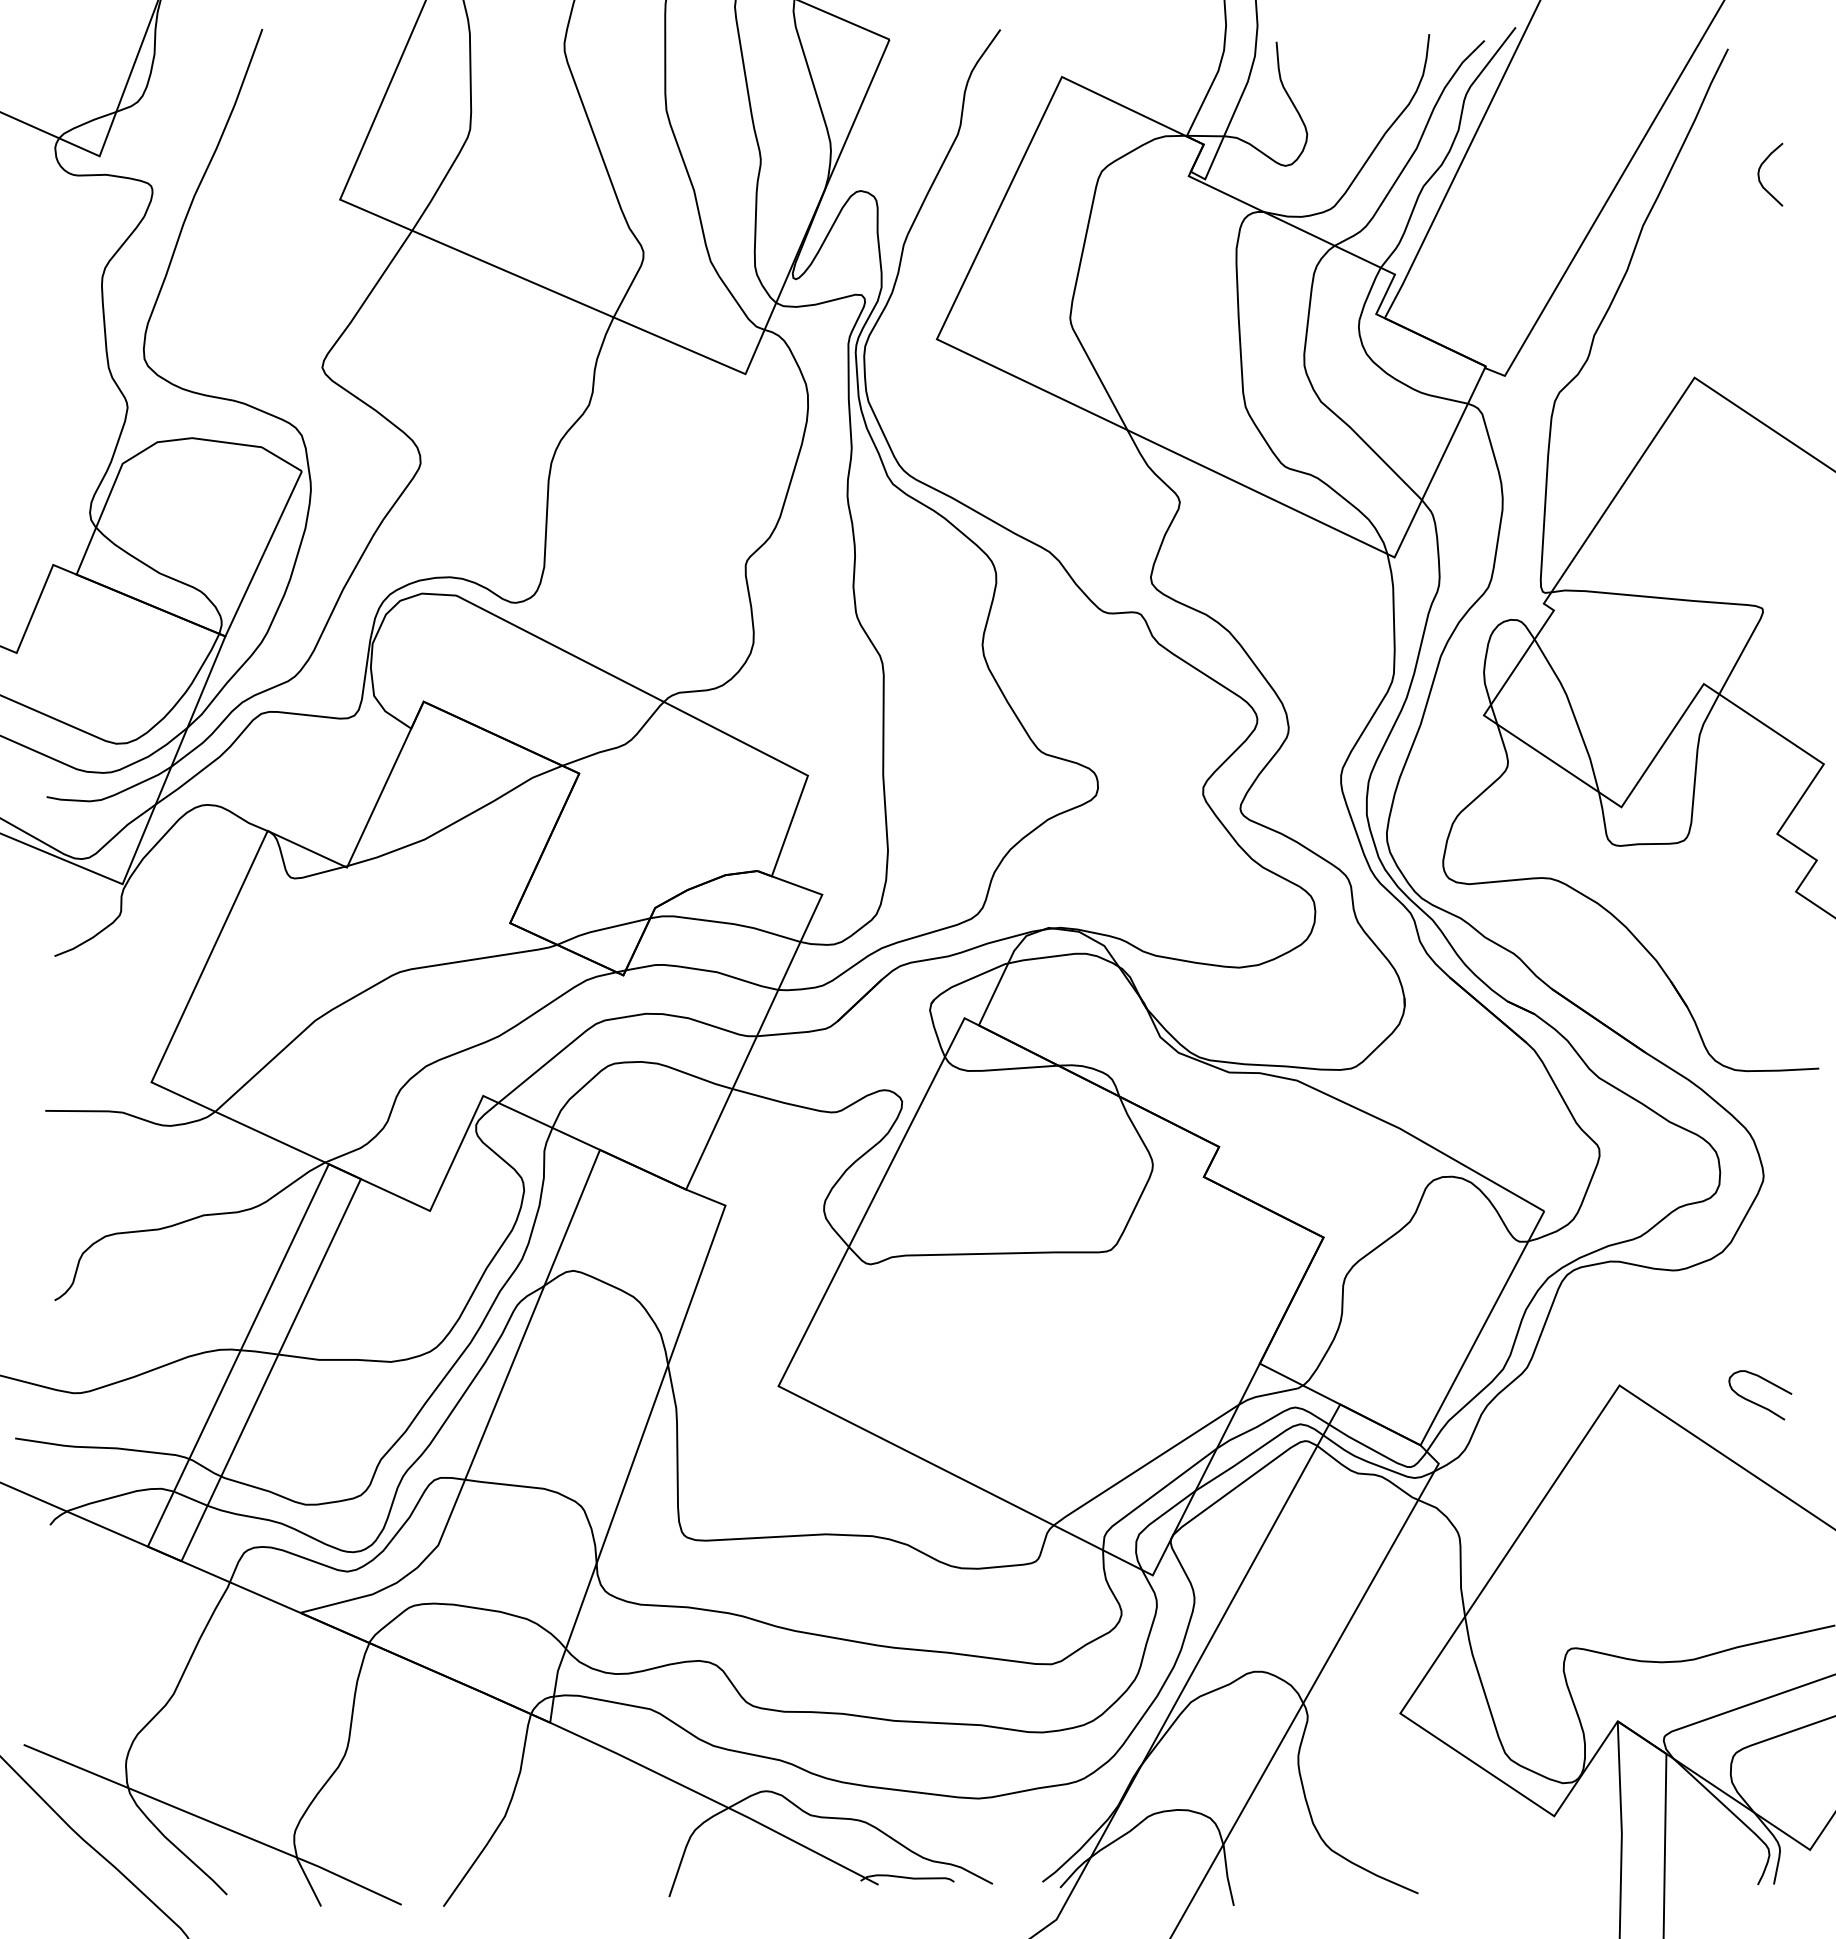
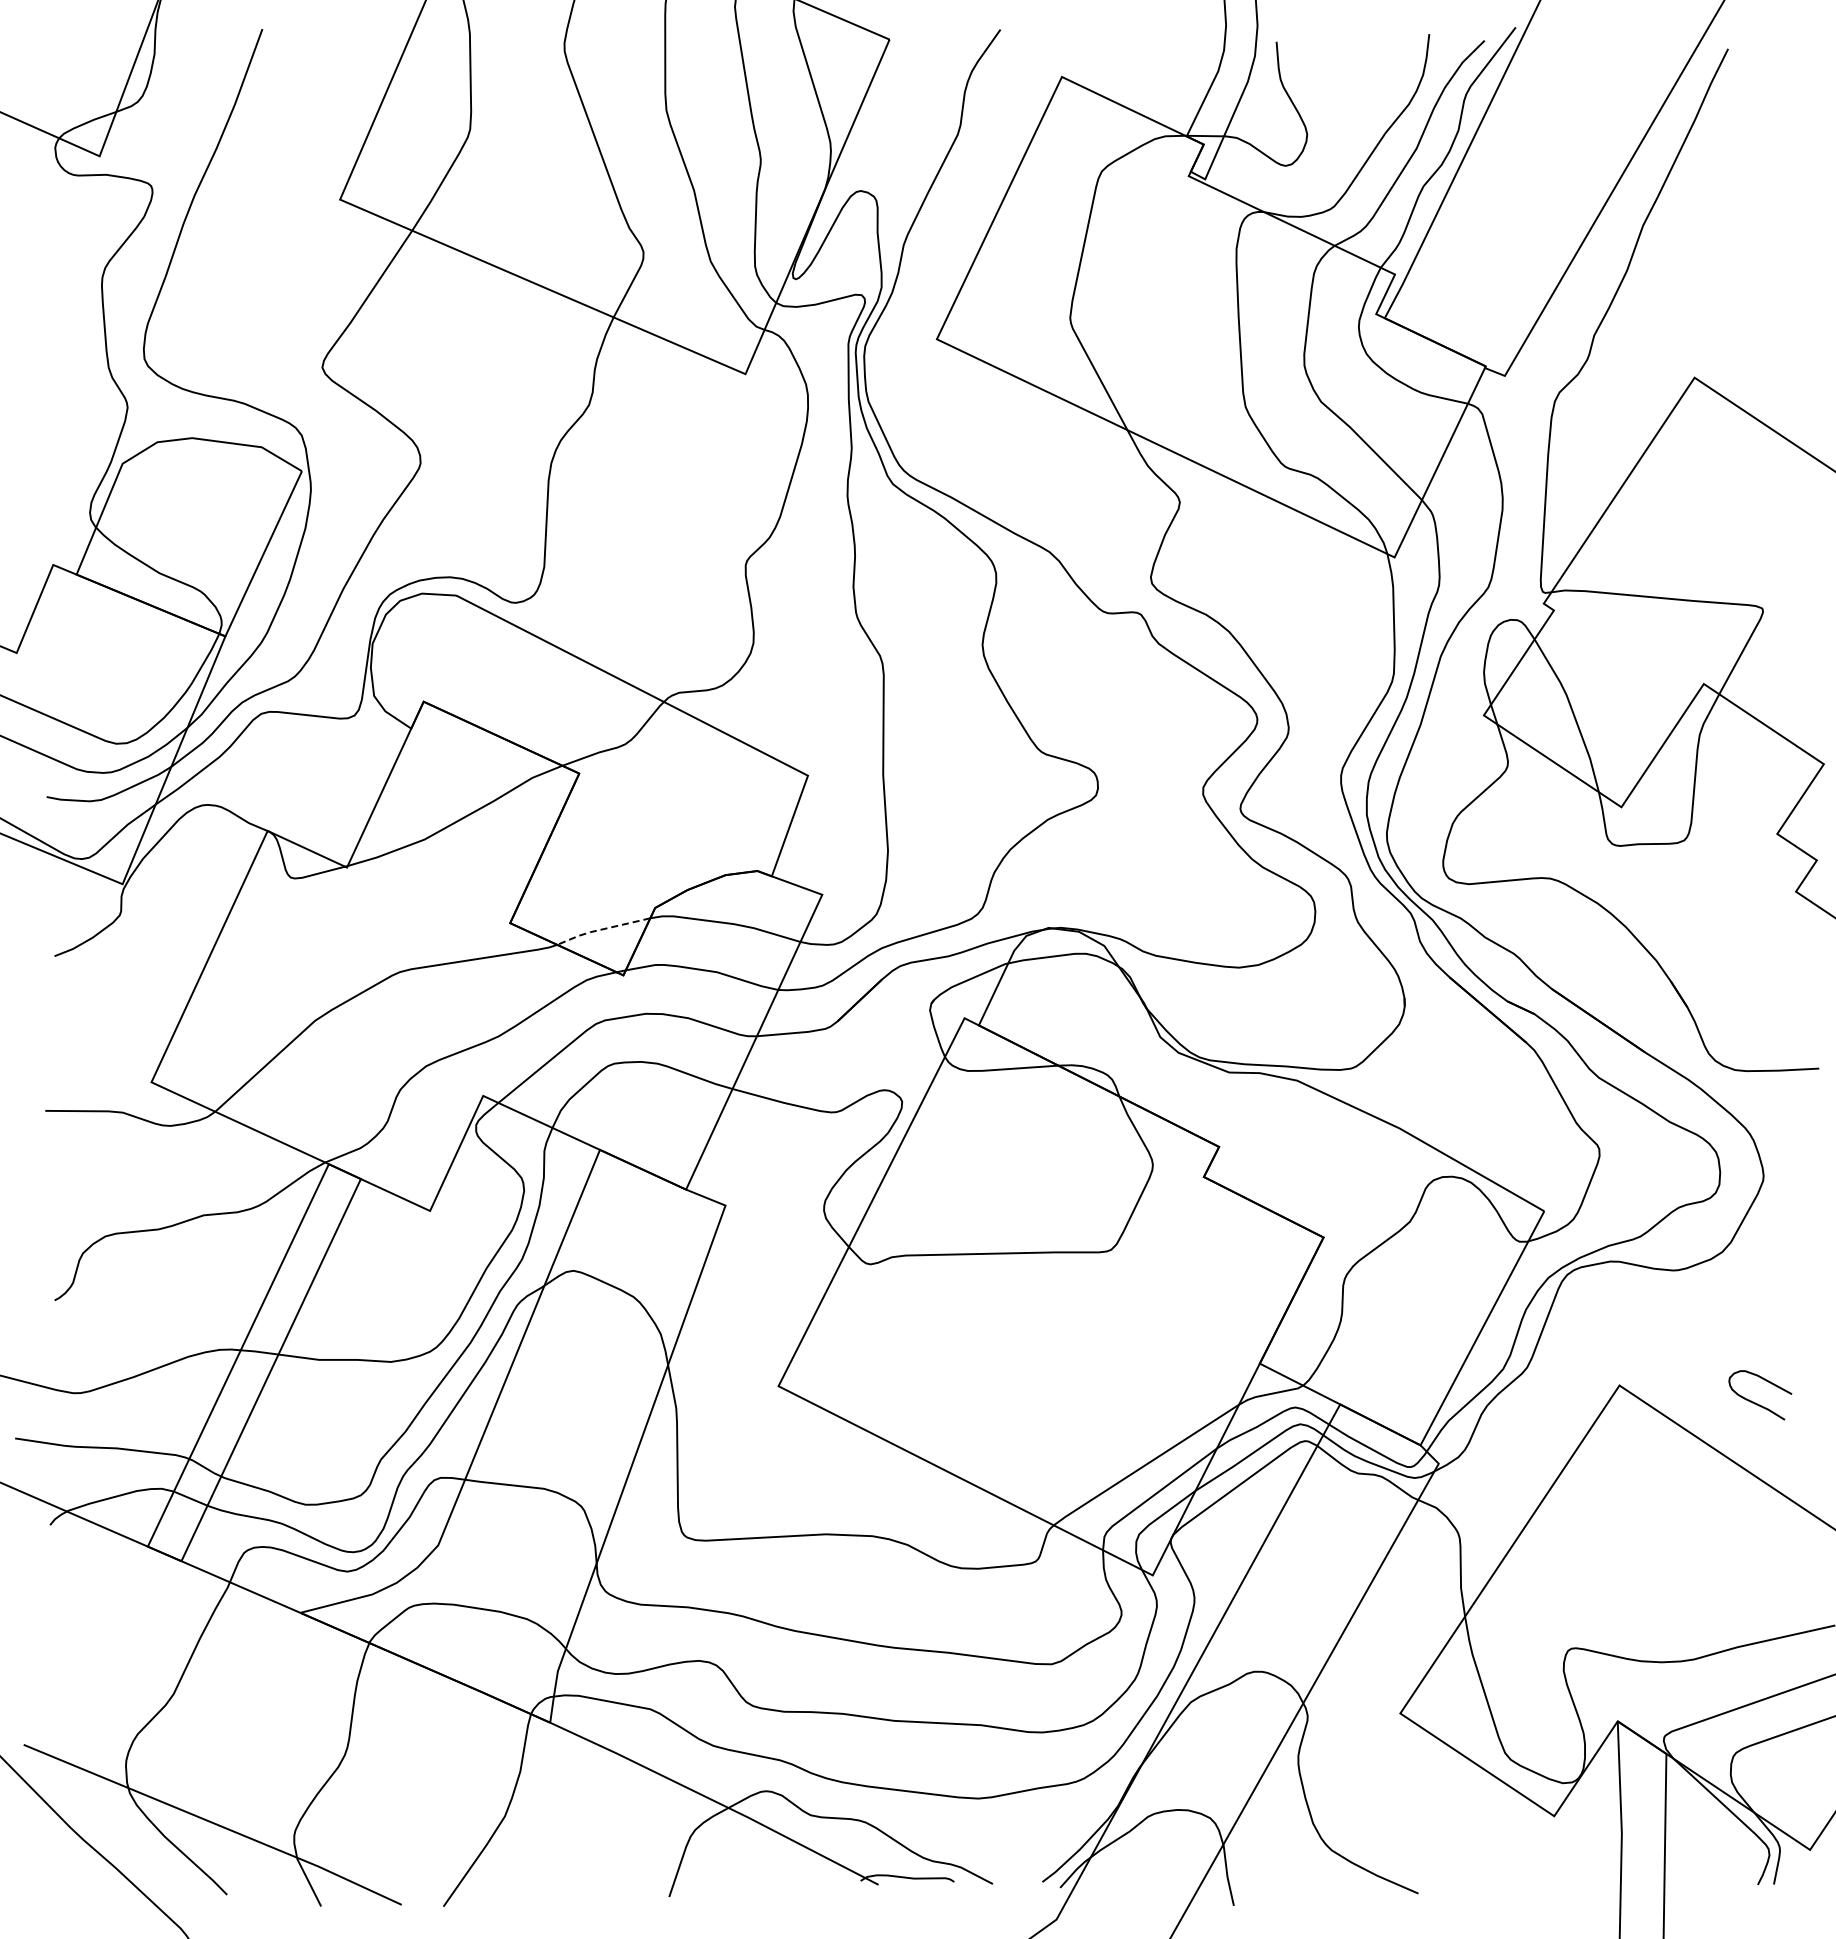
curve at (1759, 174): present -> none
line at (601, 929): solid -> dashed
